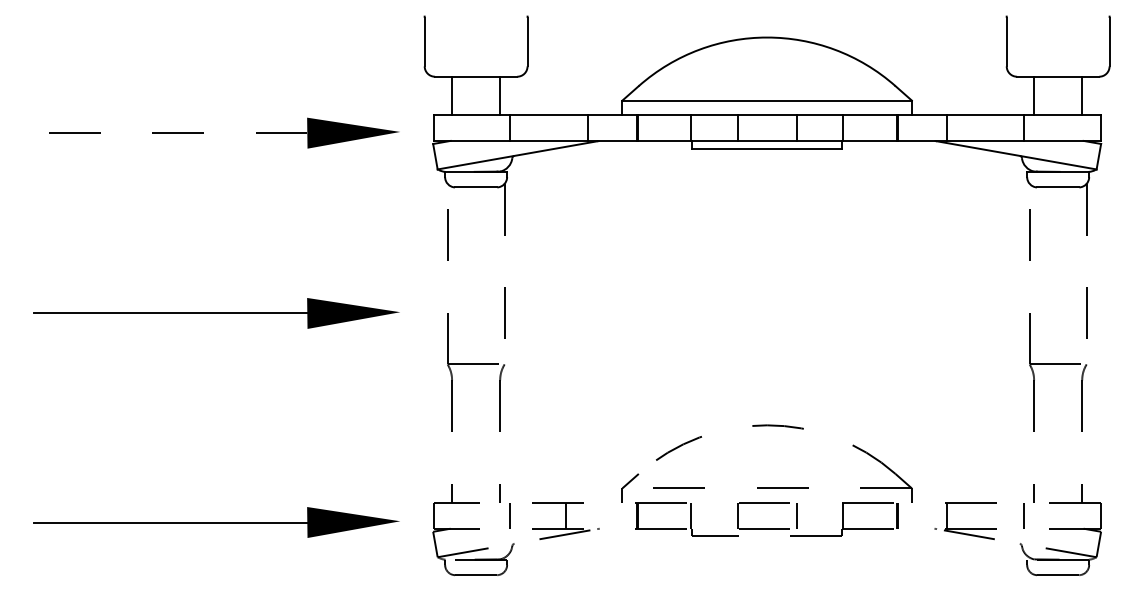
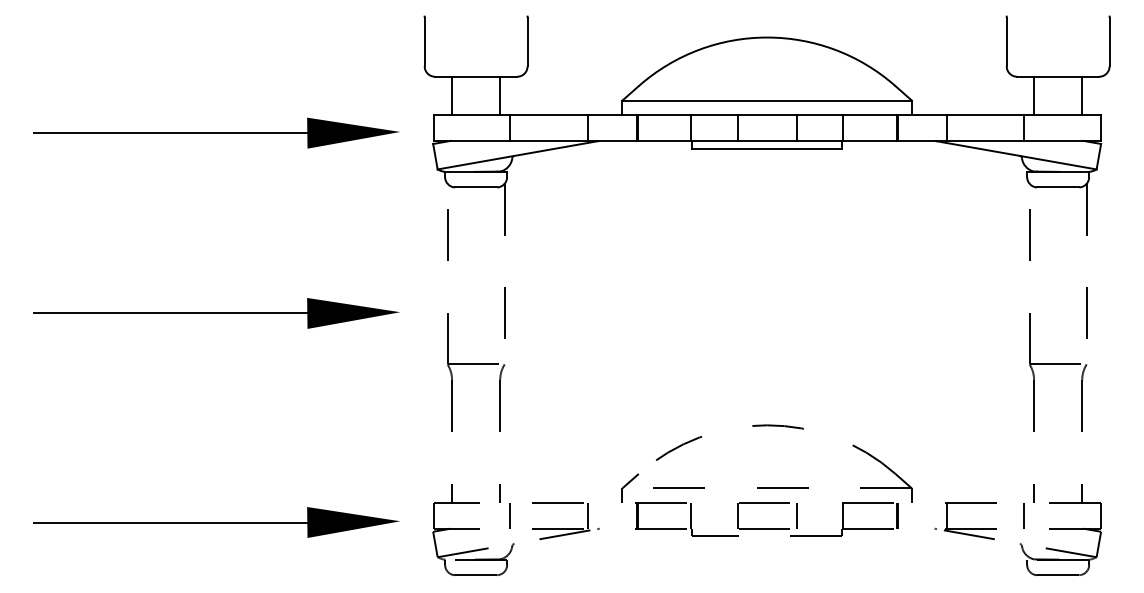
line at (170, 133): dashed -> solid
line at (565, 515) position: (565, 515) -> (587, 515)
